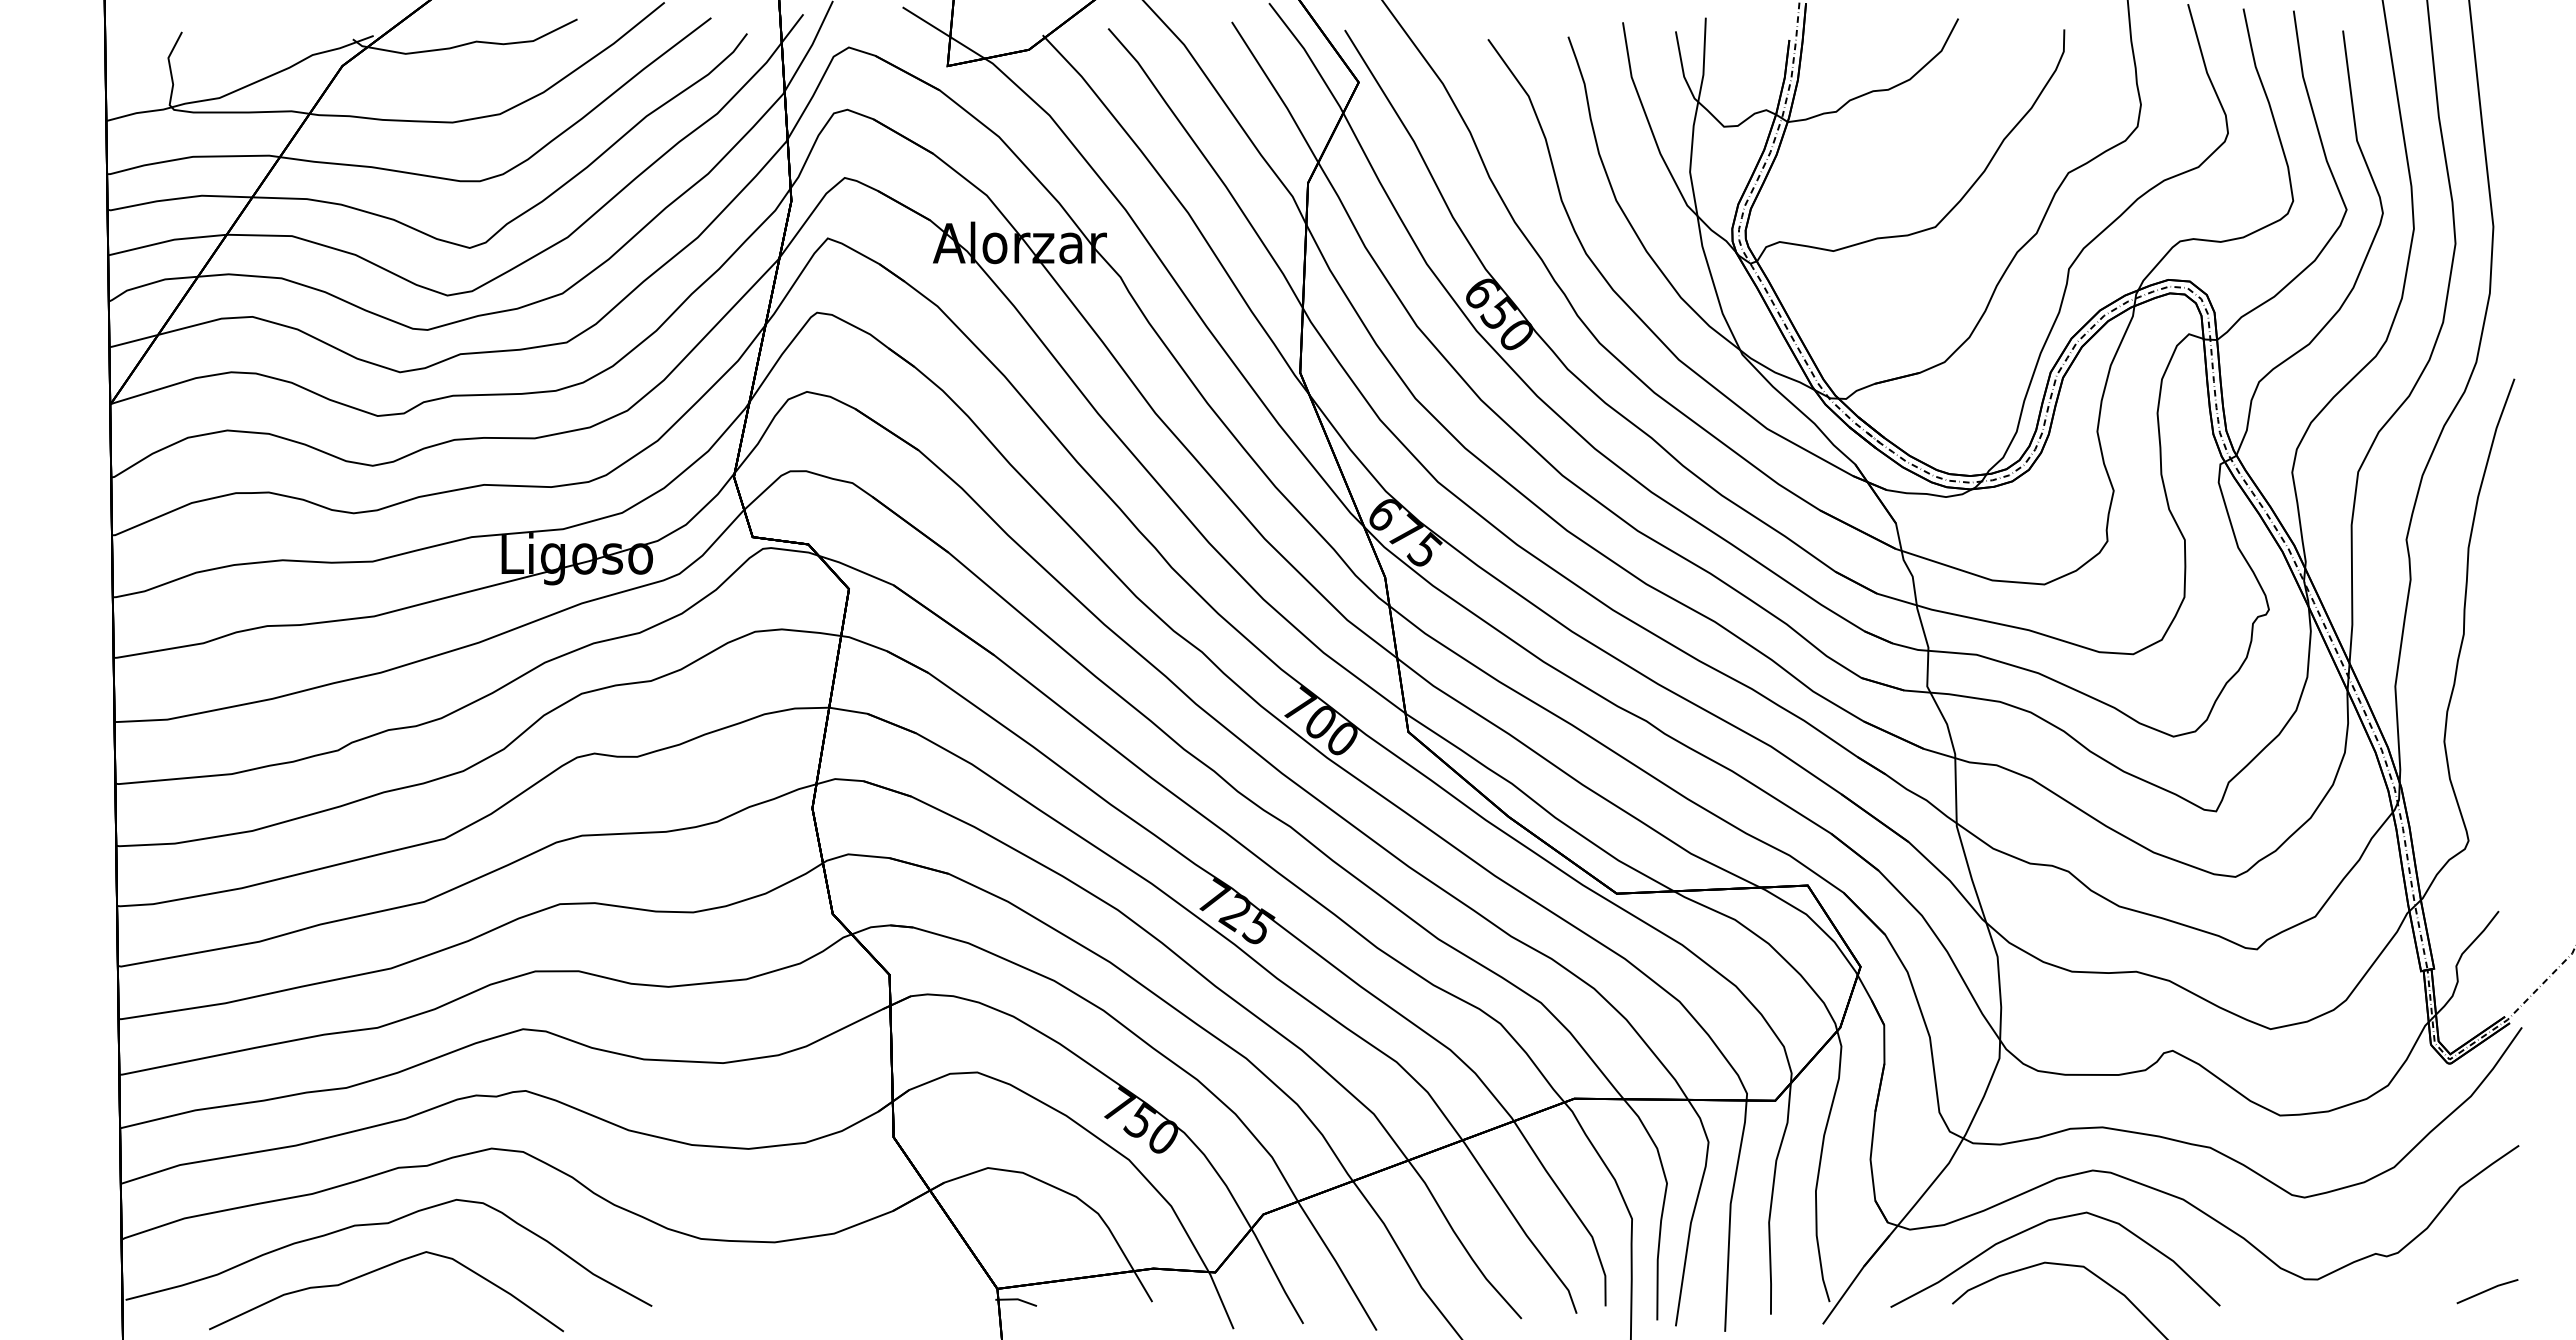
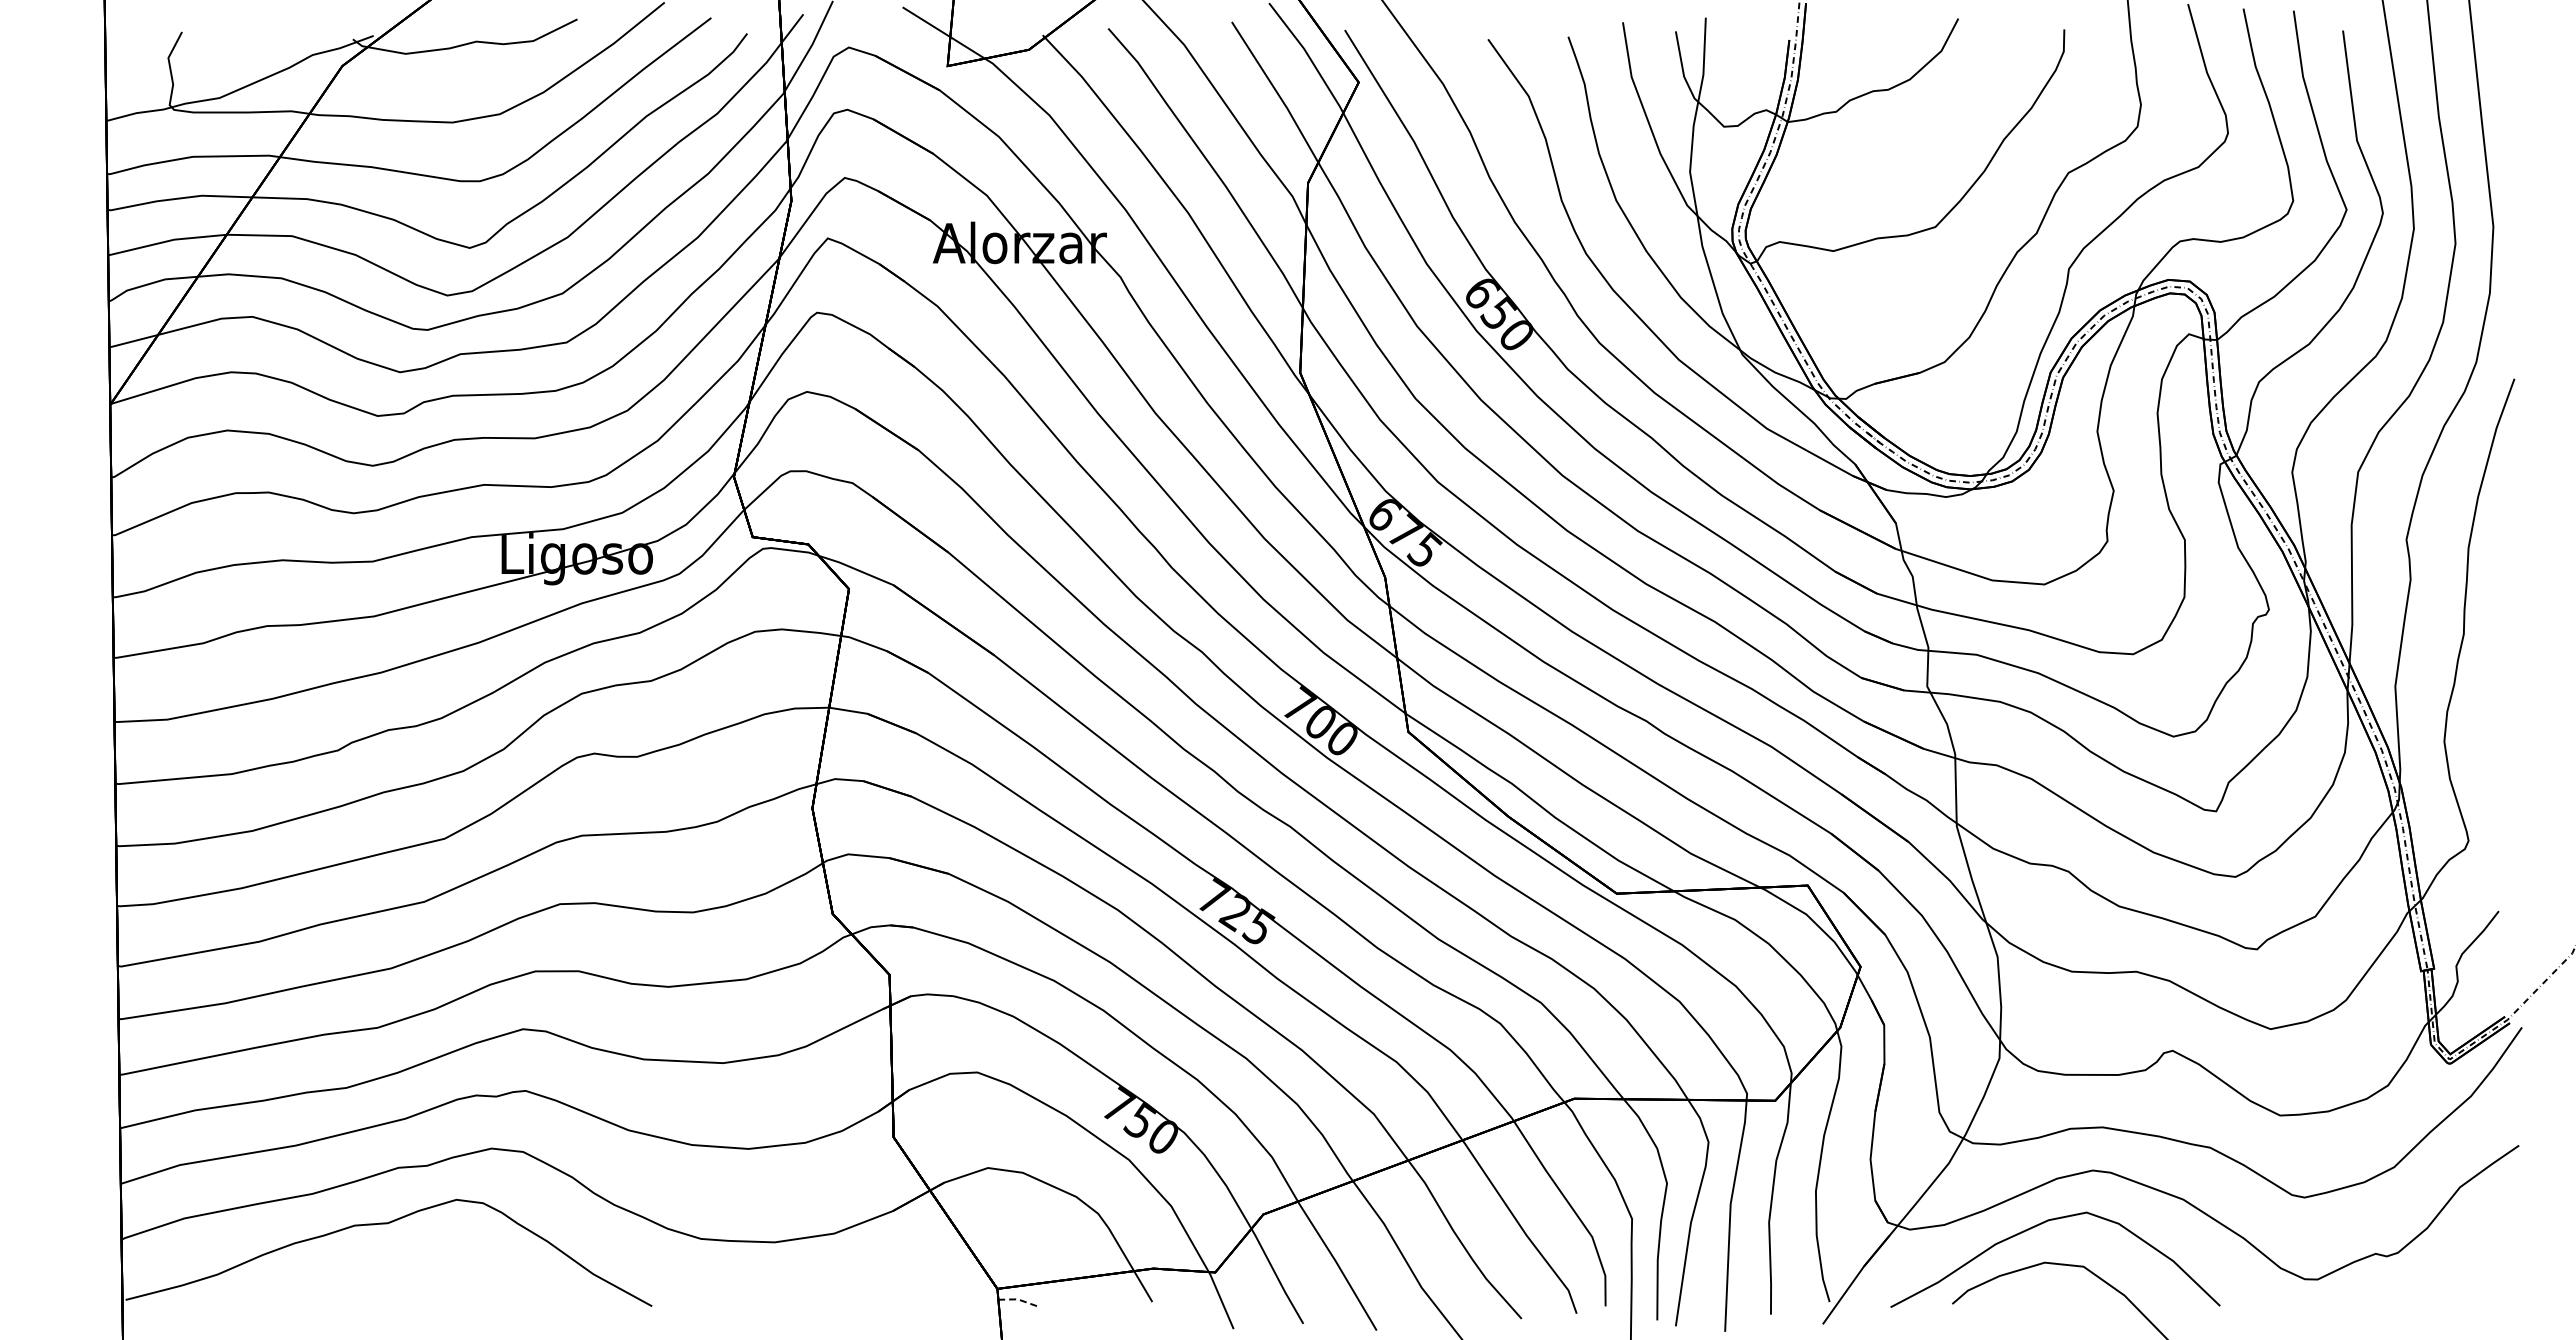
curve at (376, 1271): present -> none
line at (2487, 1291): present -> none
line at (1016, 1299): solid -> dashed
